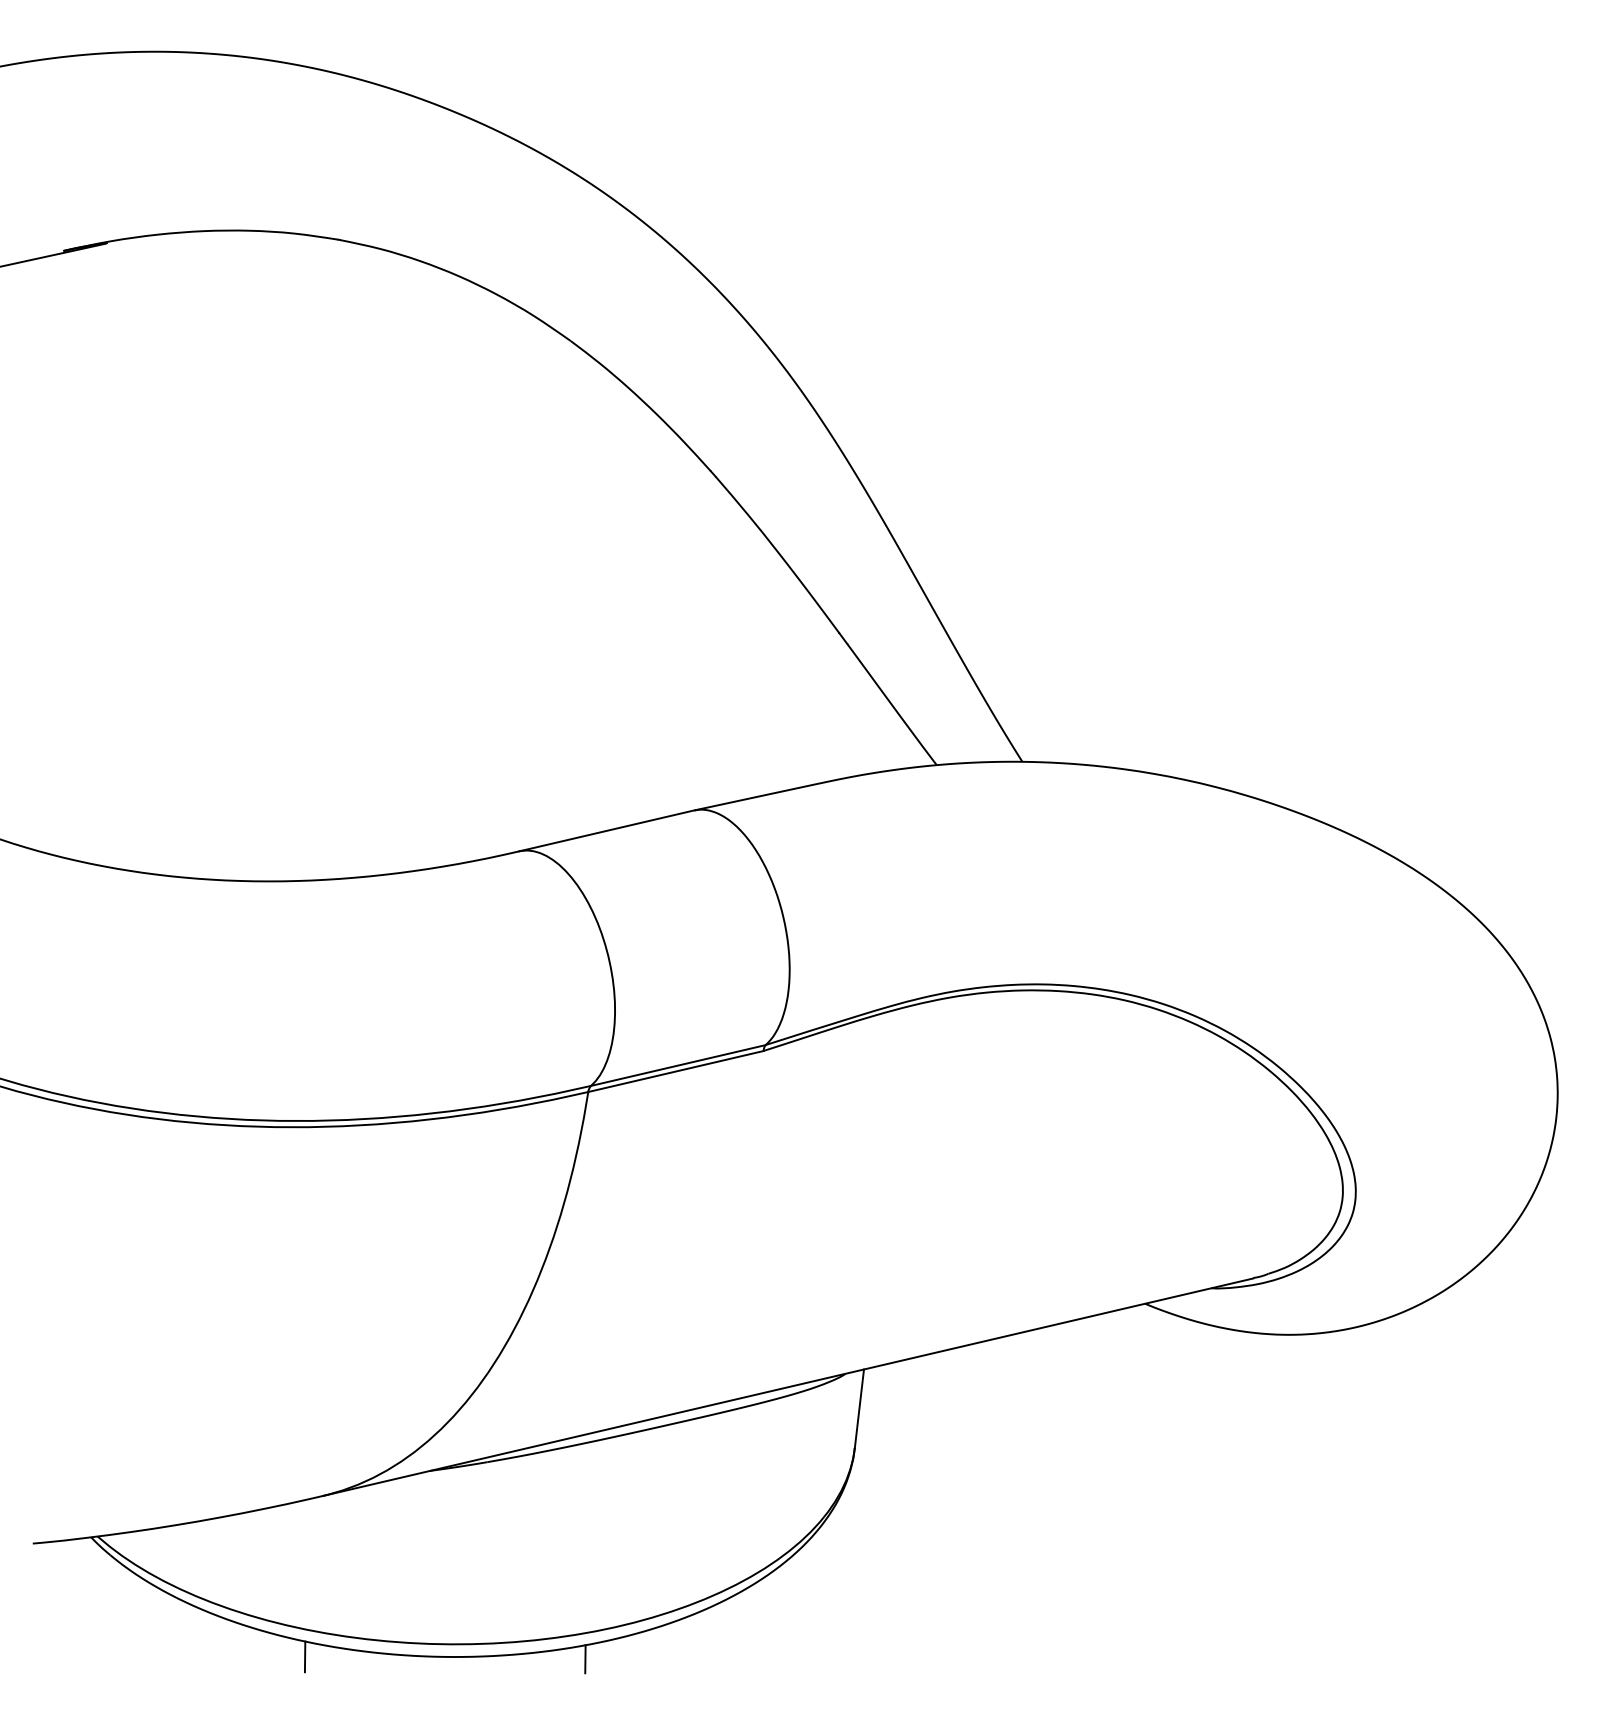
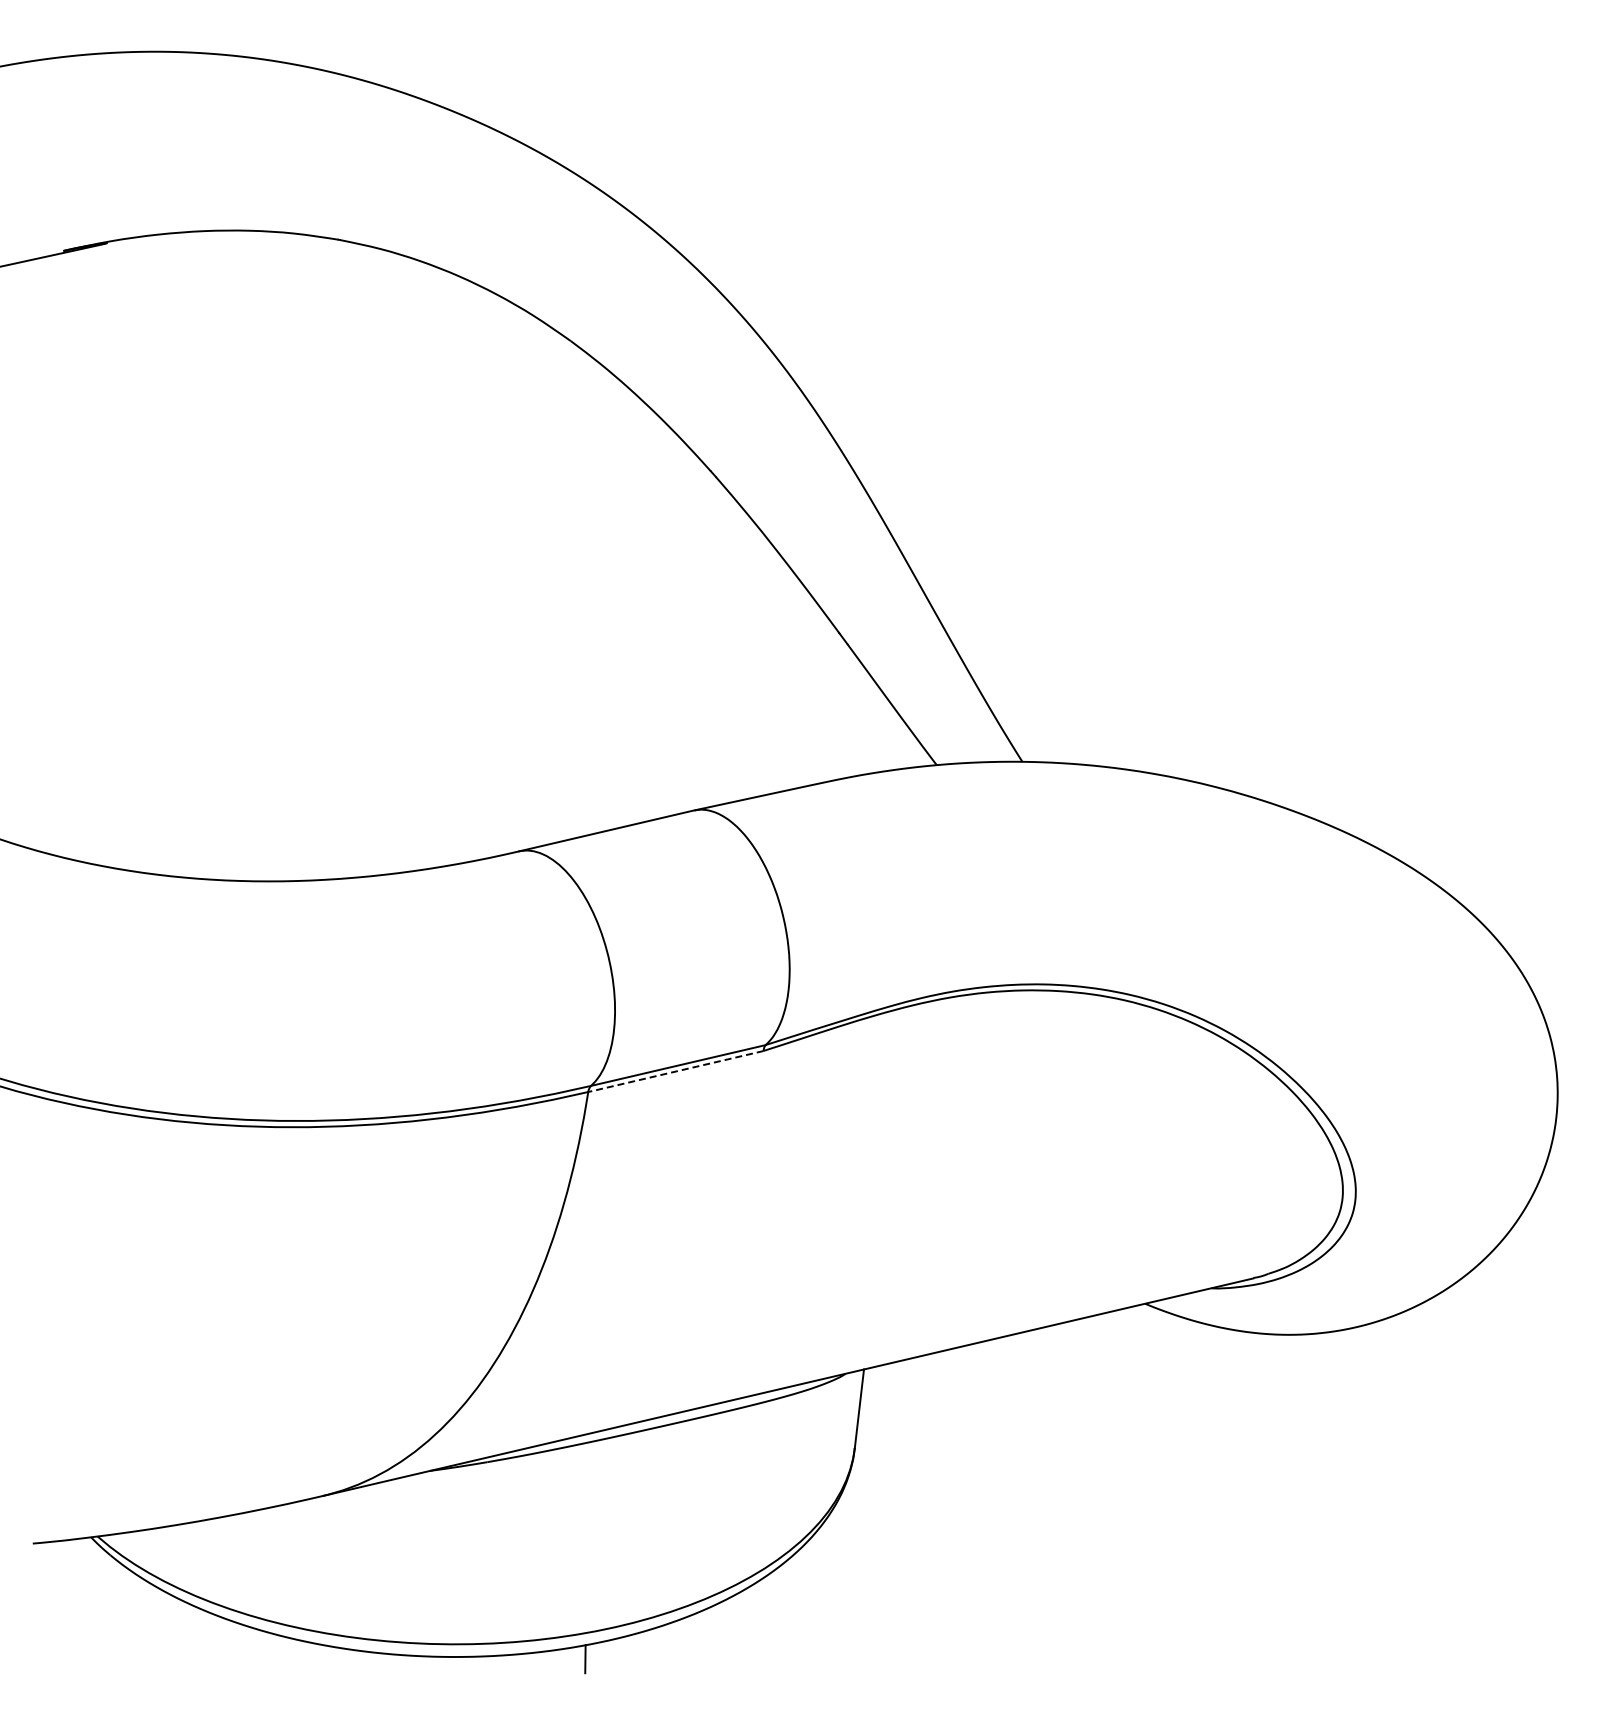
line at (675, 1071): solid -> dashed
line at (304, 1656): present -> none
